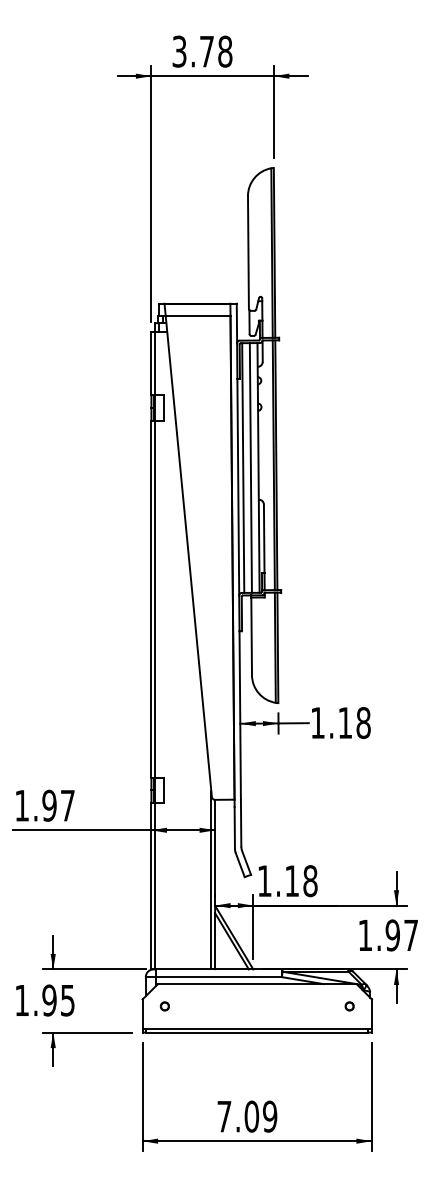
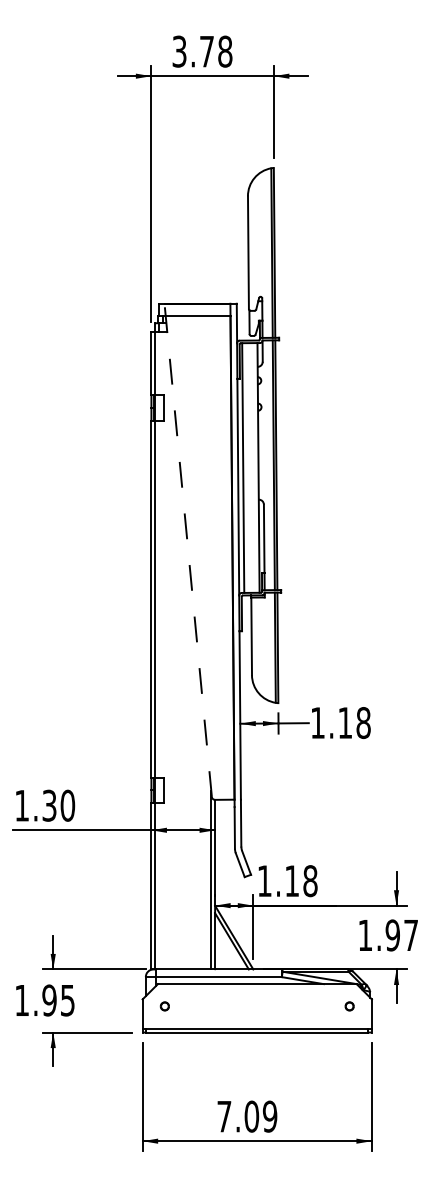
line at (250, 467): present -> none
line at (188, 550): solid -> dashed
text at (58, 805): 1.97 -> 1.30
